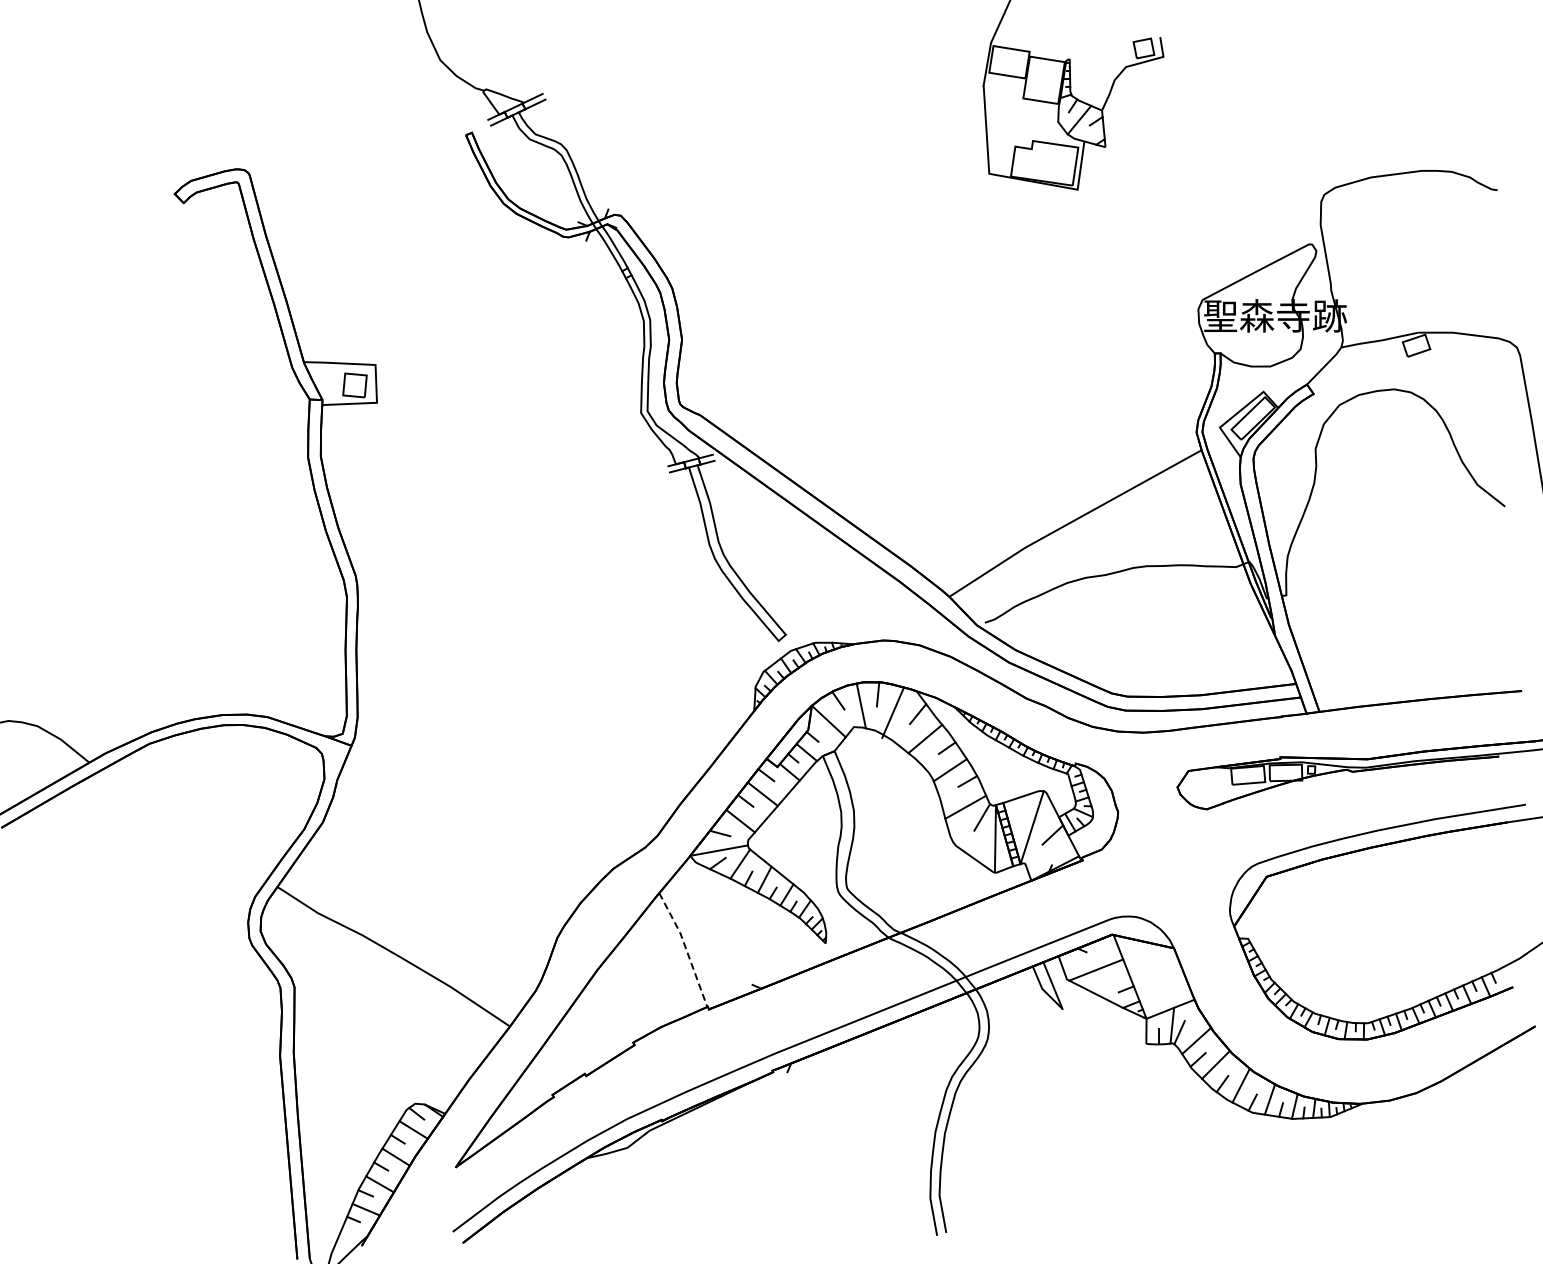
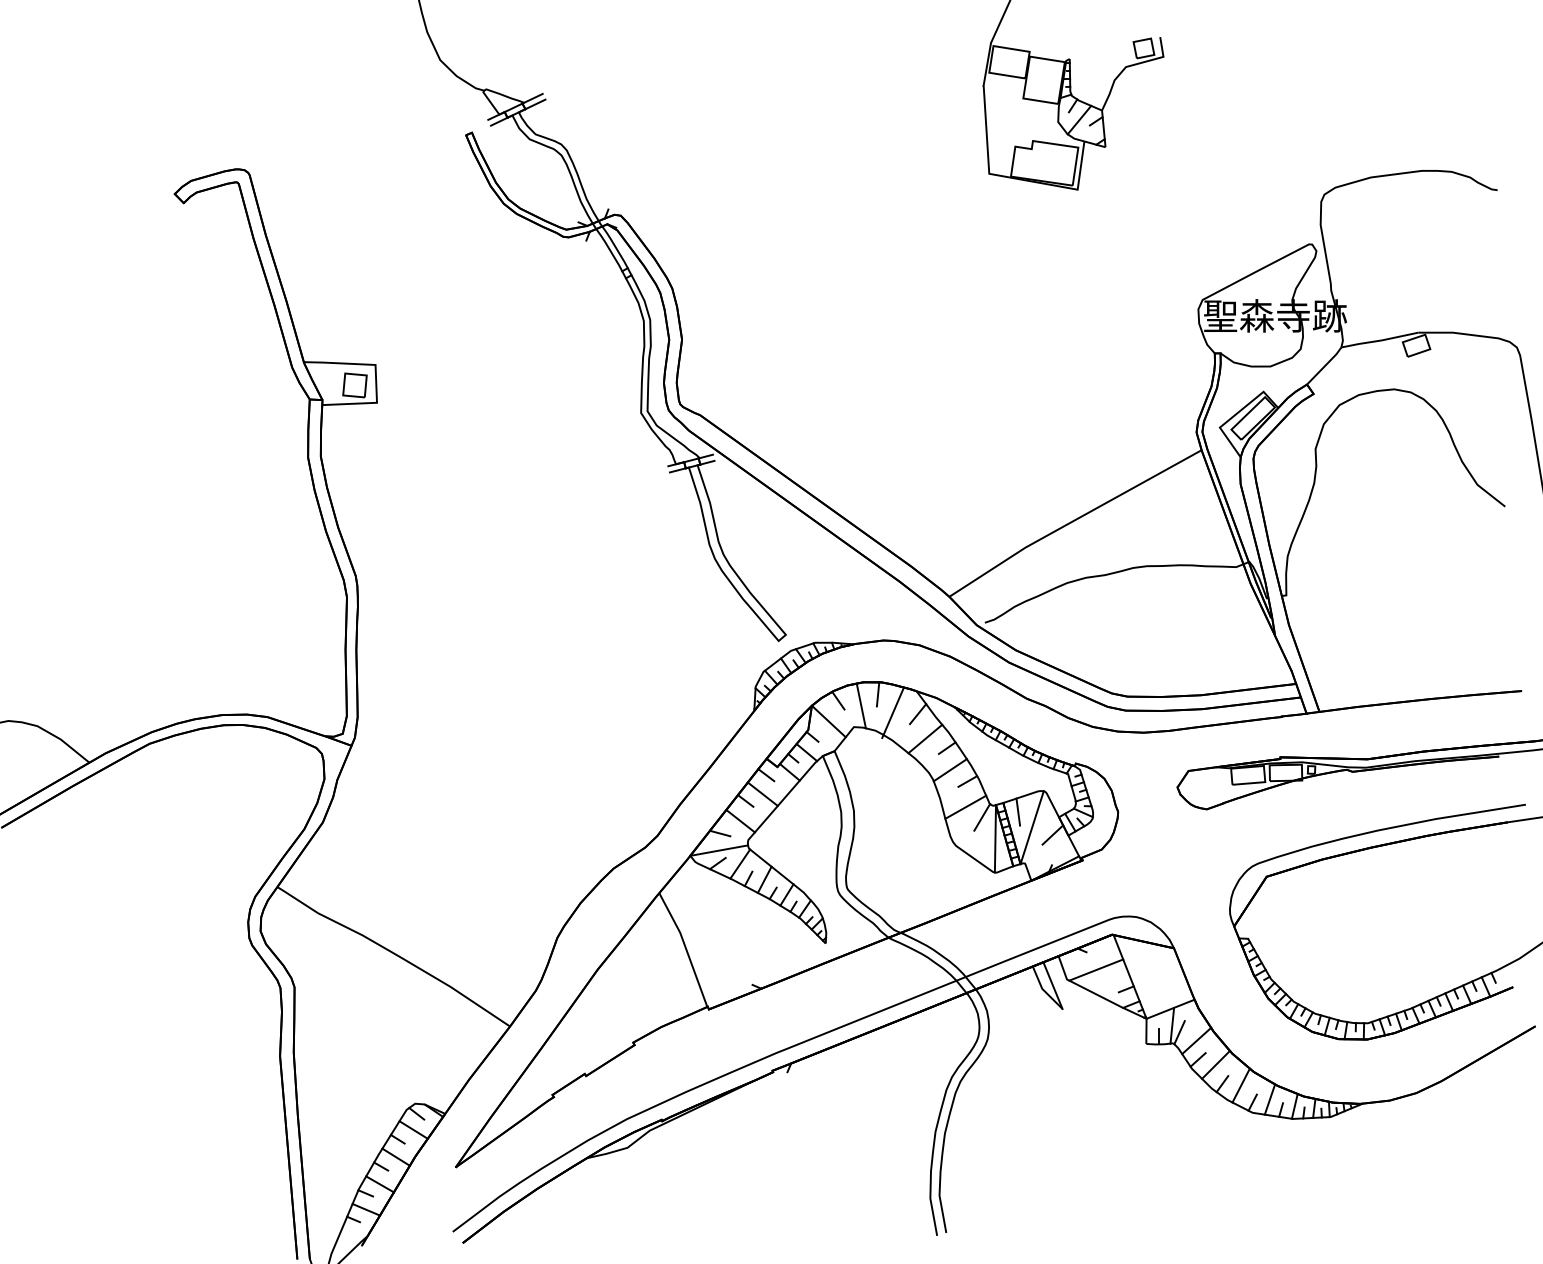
line at (1018, 811): none -> present
line at (685, 948): dashed -> solid
